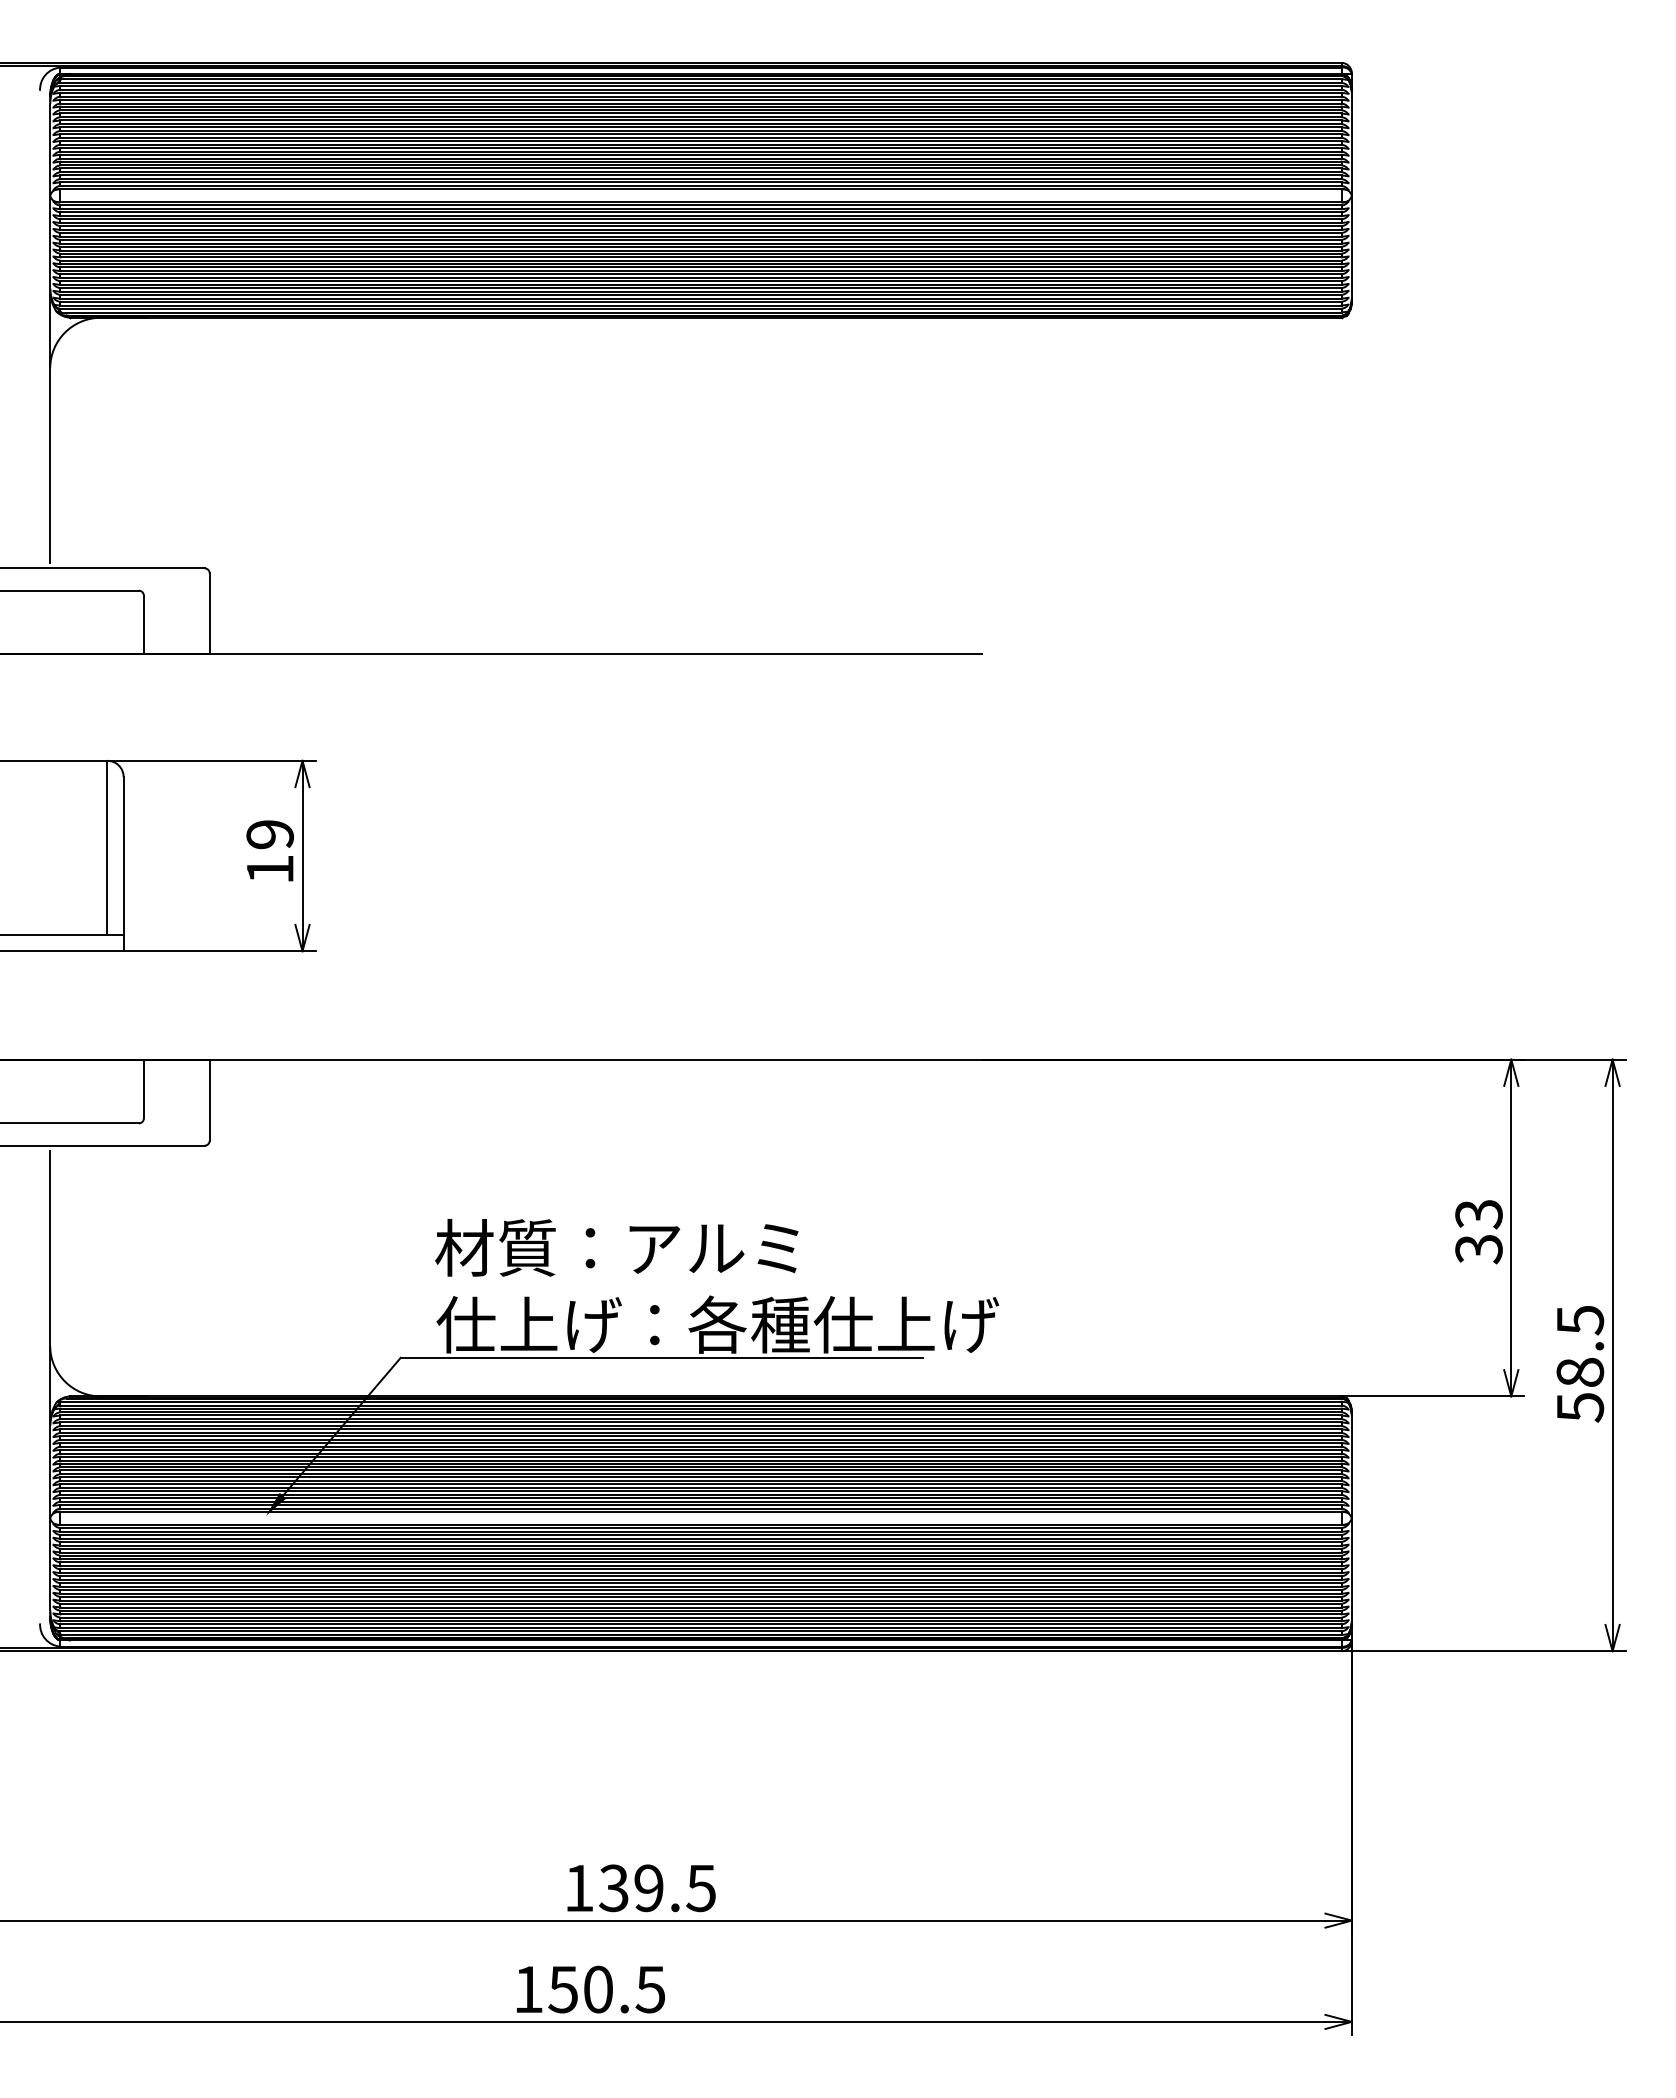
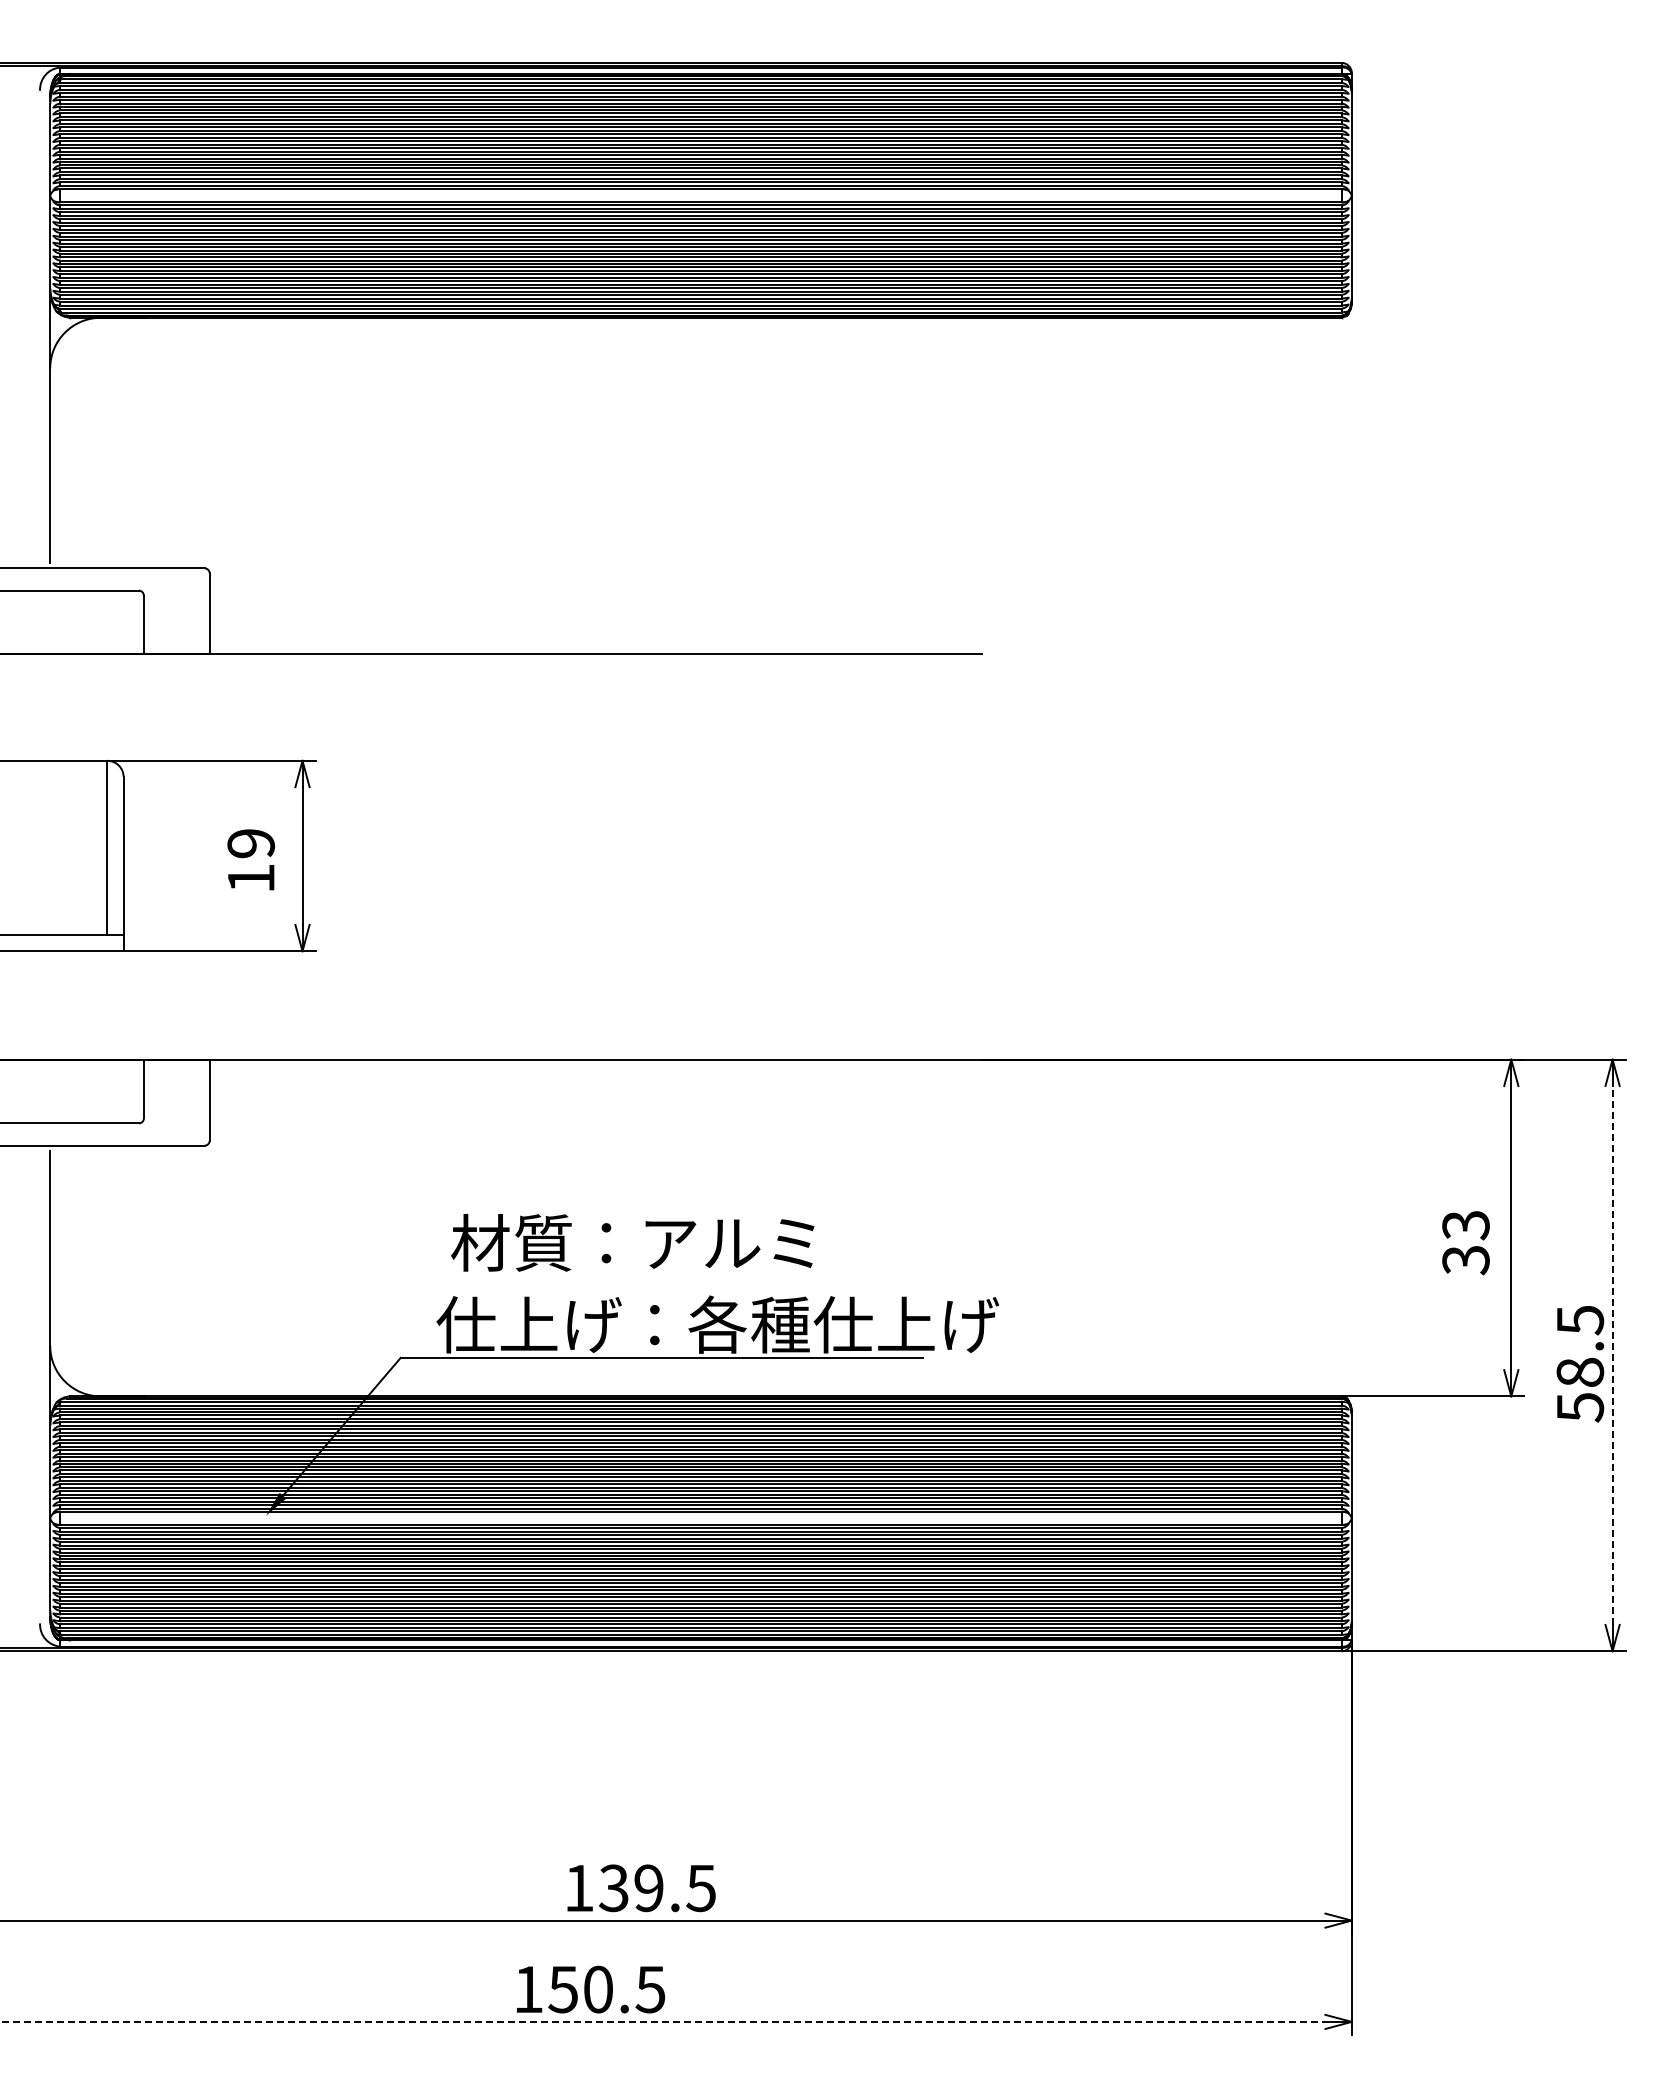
text at (269, 850) position: (269, 850) -> (250, 859)
text at (1478, 1232) position: (1478, 1232) -> (1465, 1243)
text at (616, 1247) position: (616, 1247) -> (632, 1242)
line at (1612, 1354): solid -> dashed
line at (663, 2021): solid -> dashed
